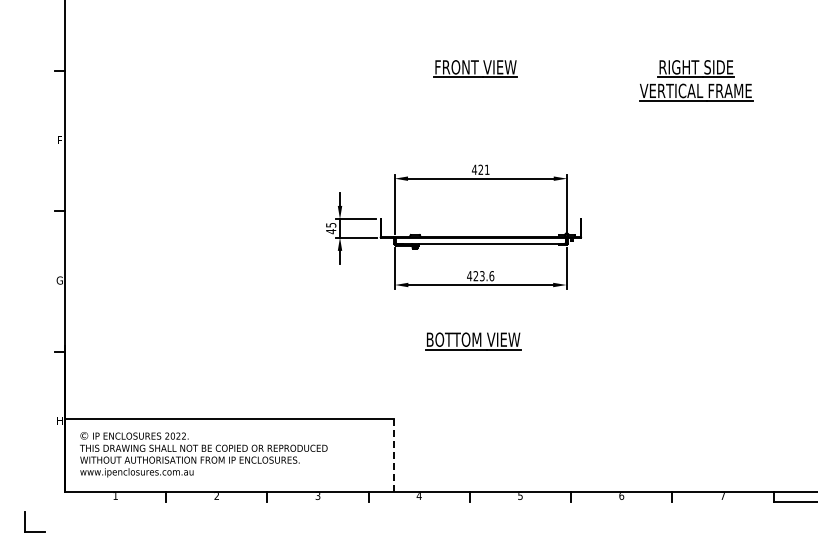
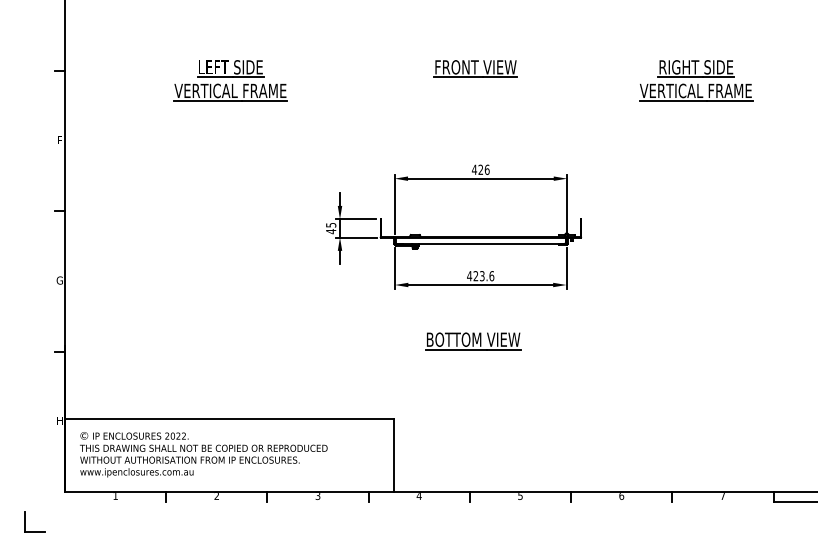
part at (230, 80): none -> present
text at (486, 169): 421 -> 426
line at (394, 454): dashed -> solid
